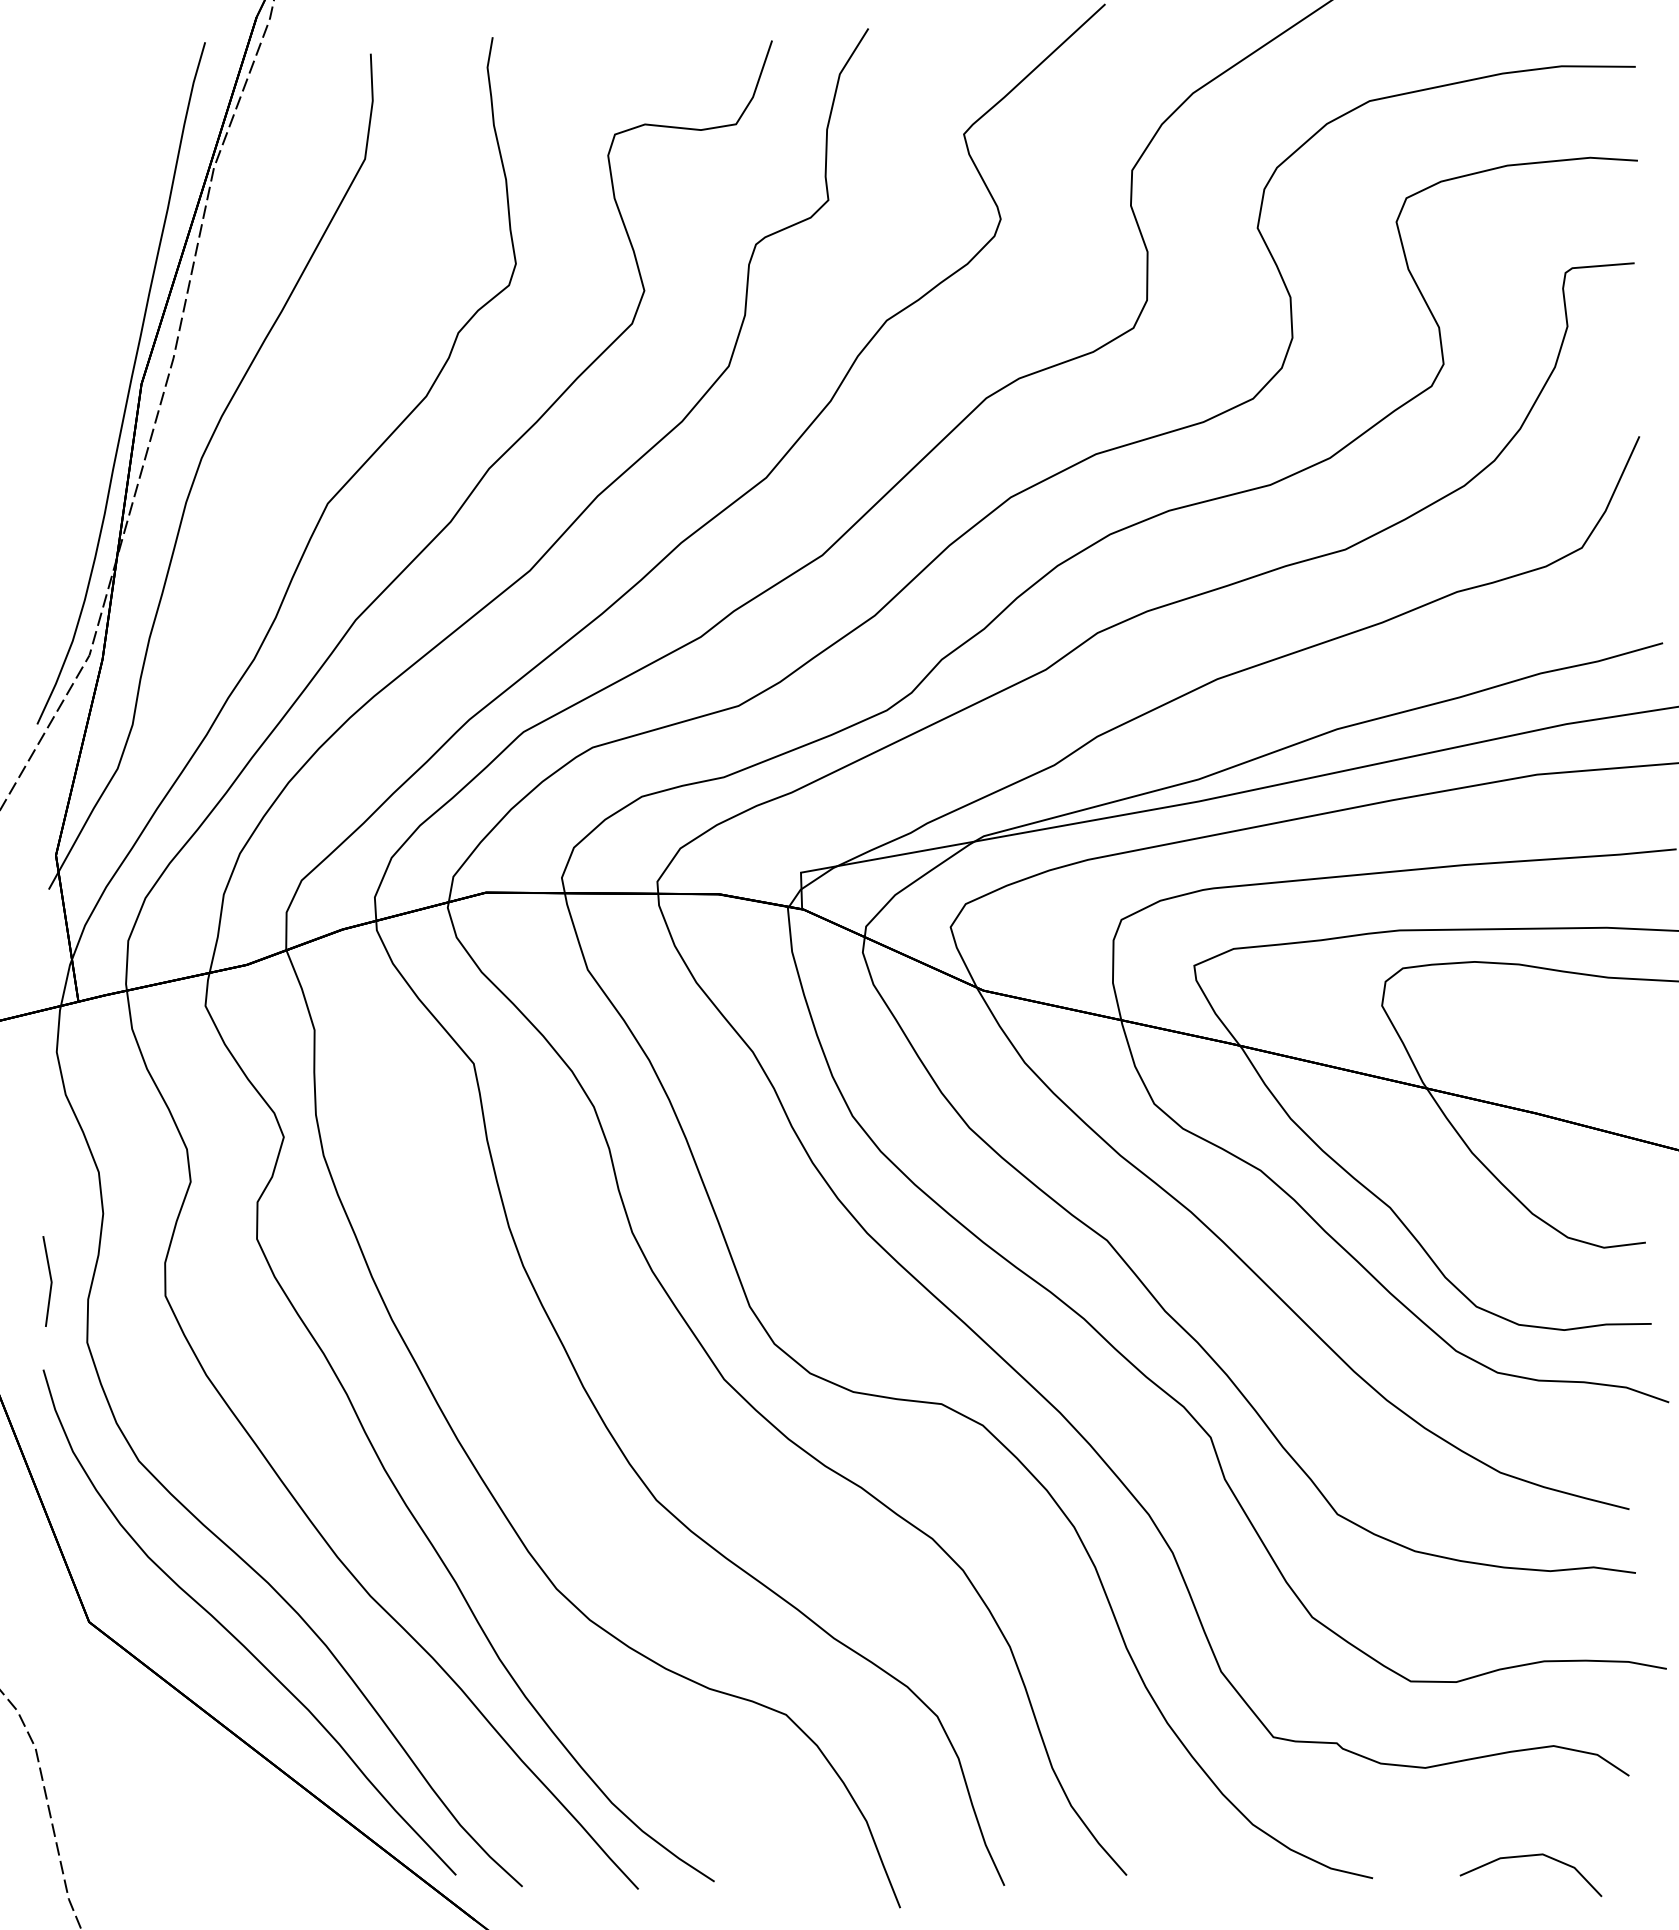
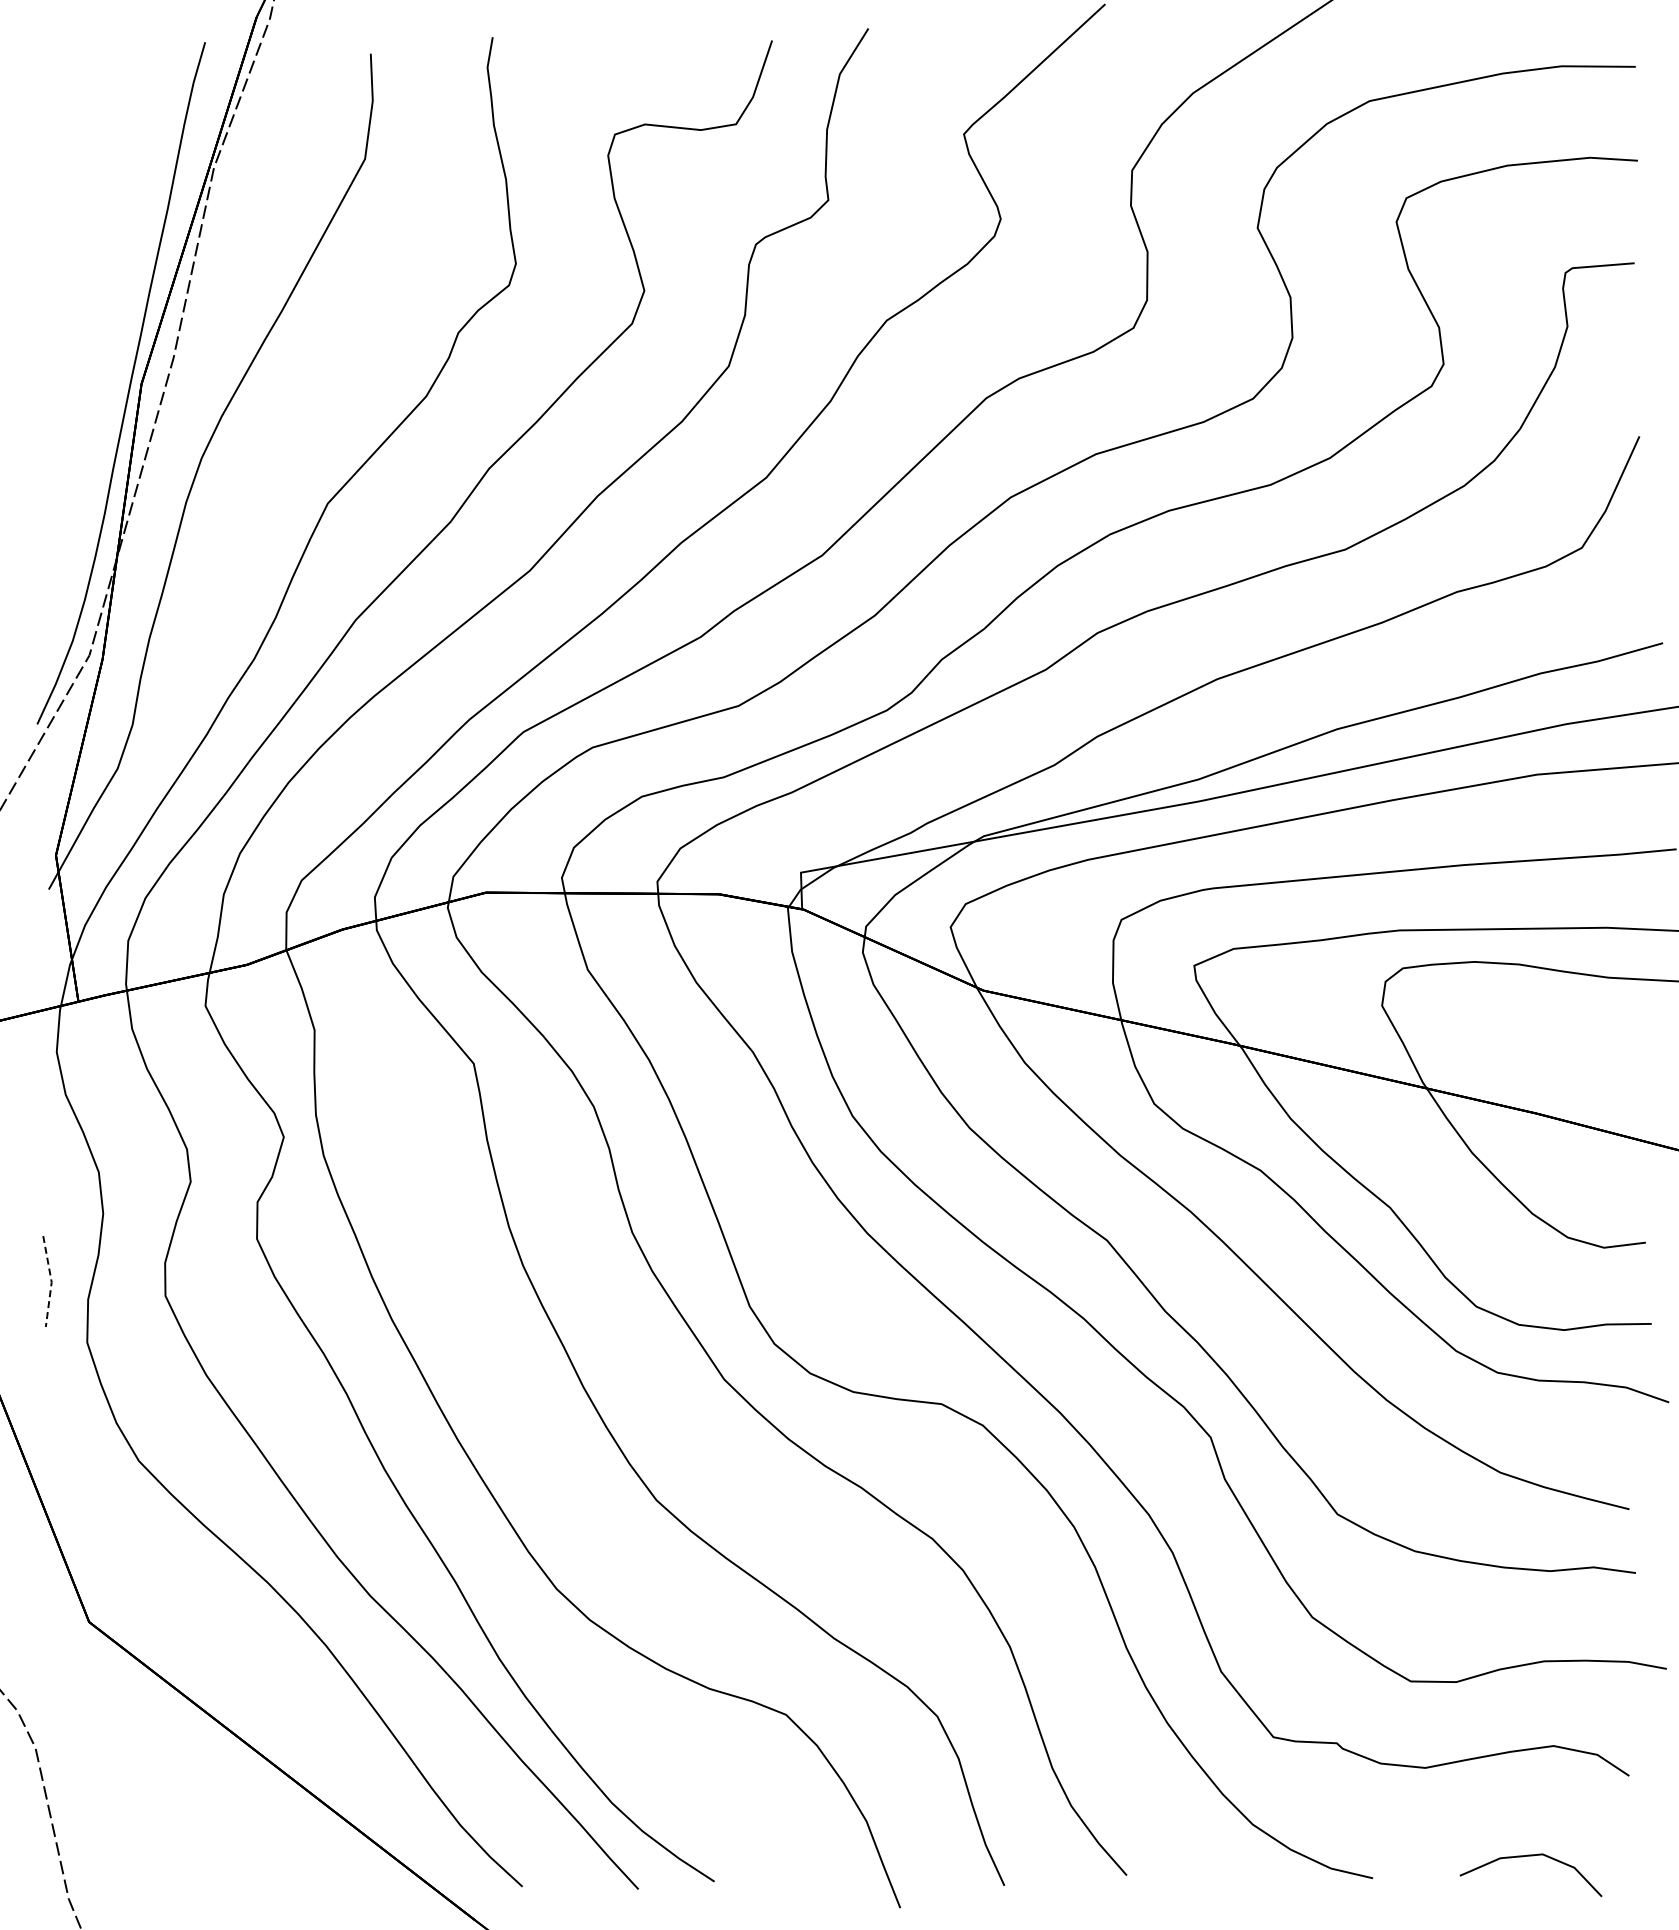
line at (51, 1282): solid -> dashed
curve at (235, 1636): present -> none
